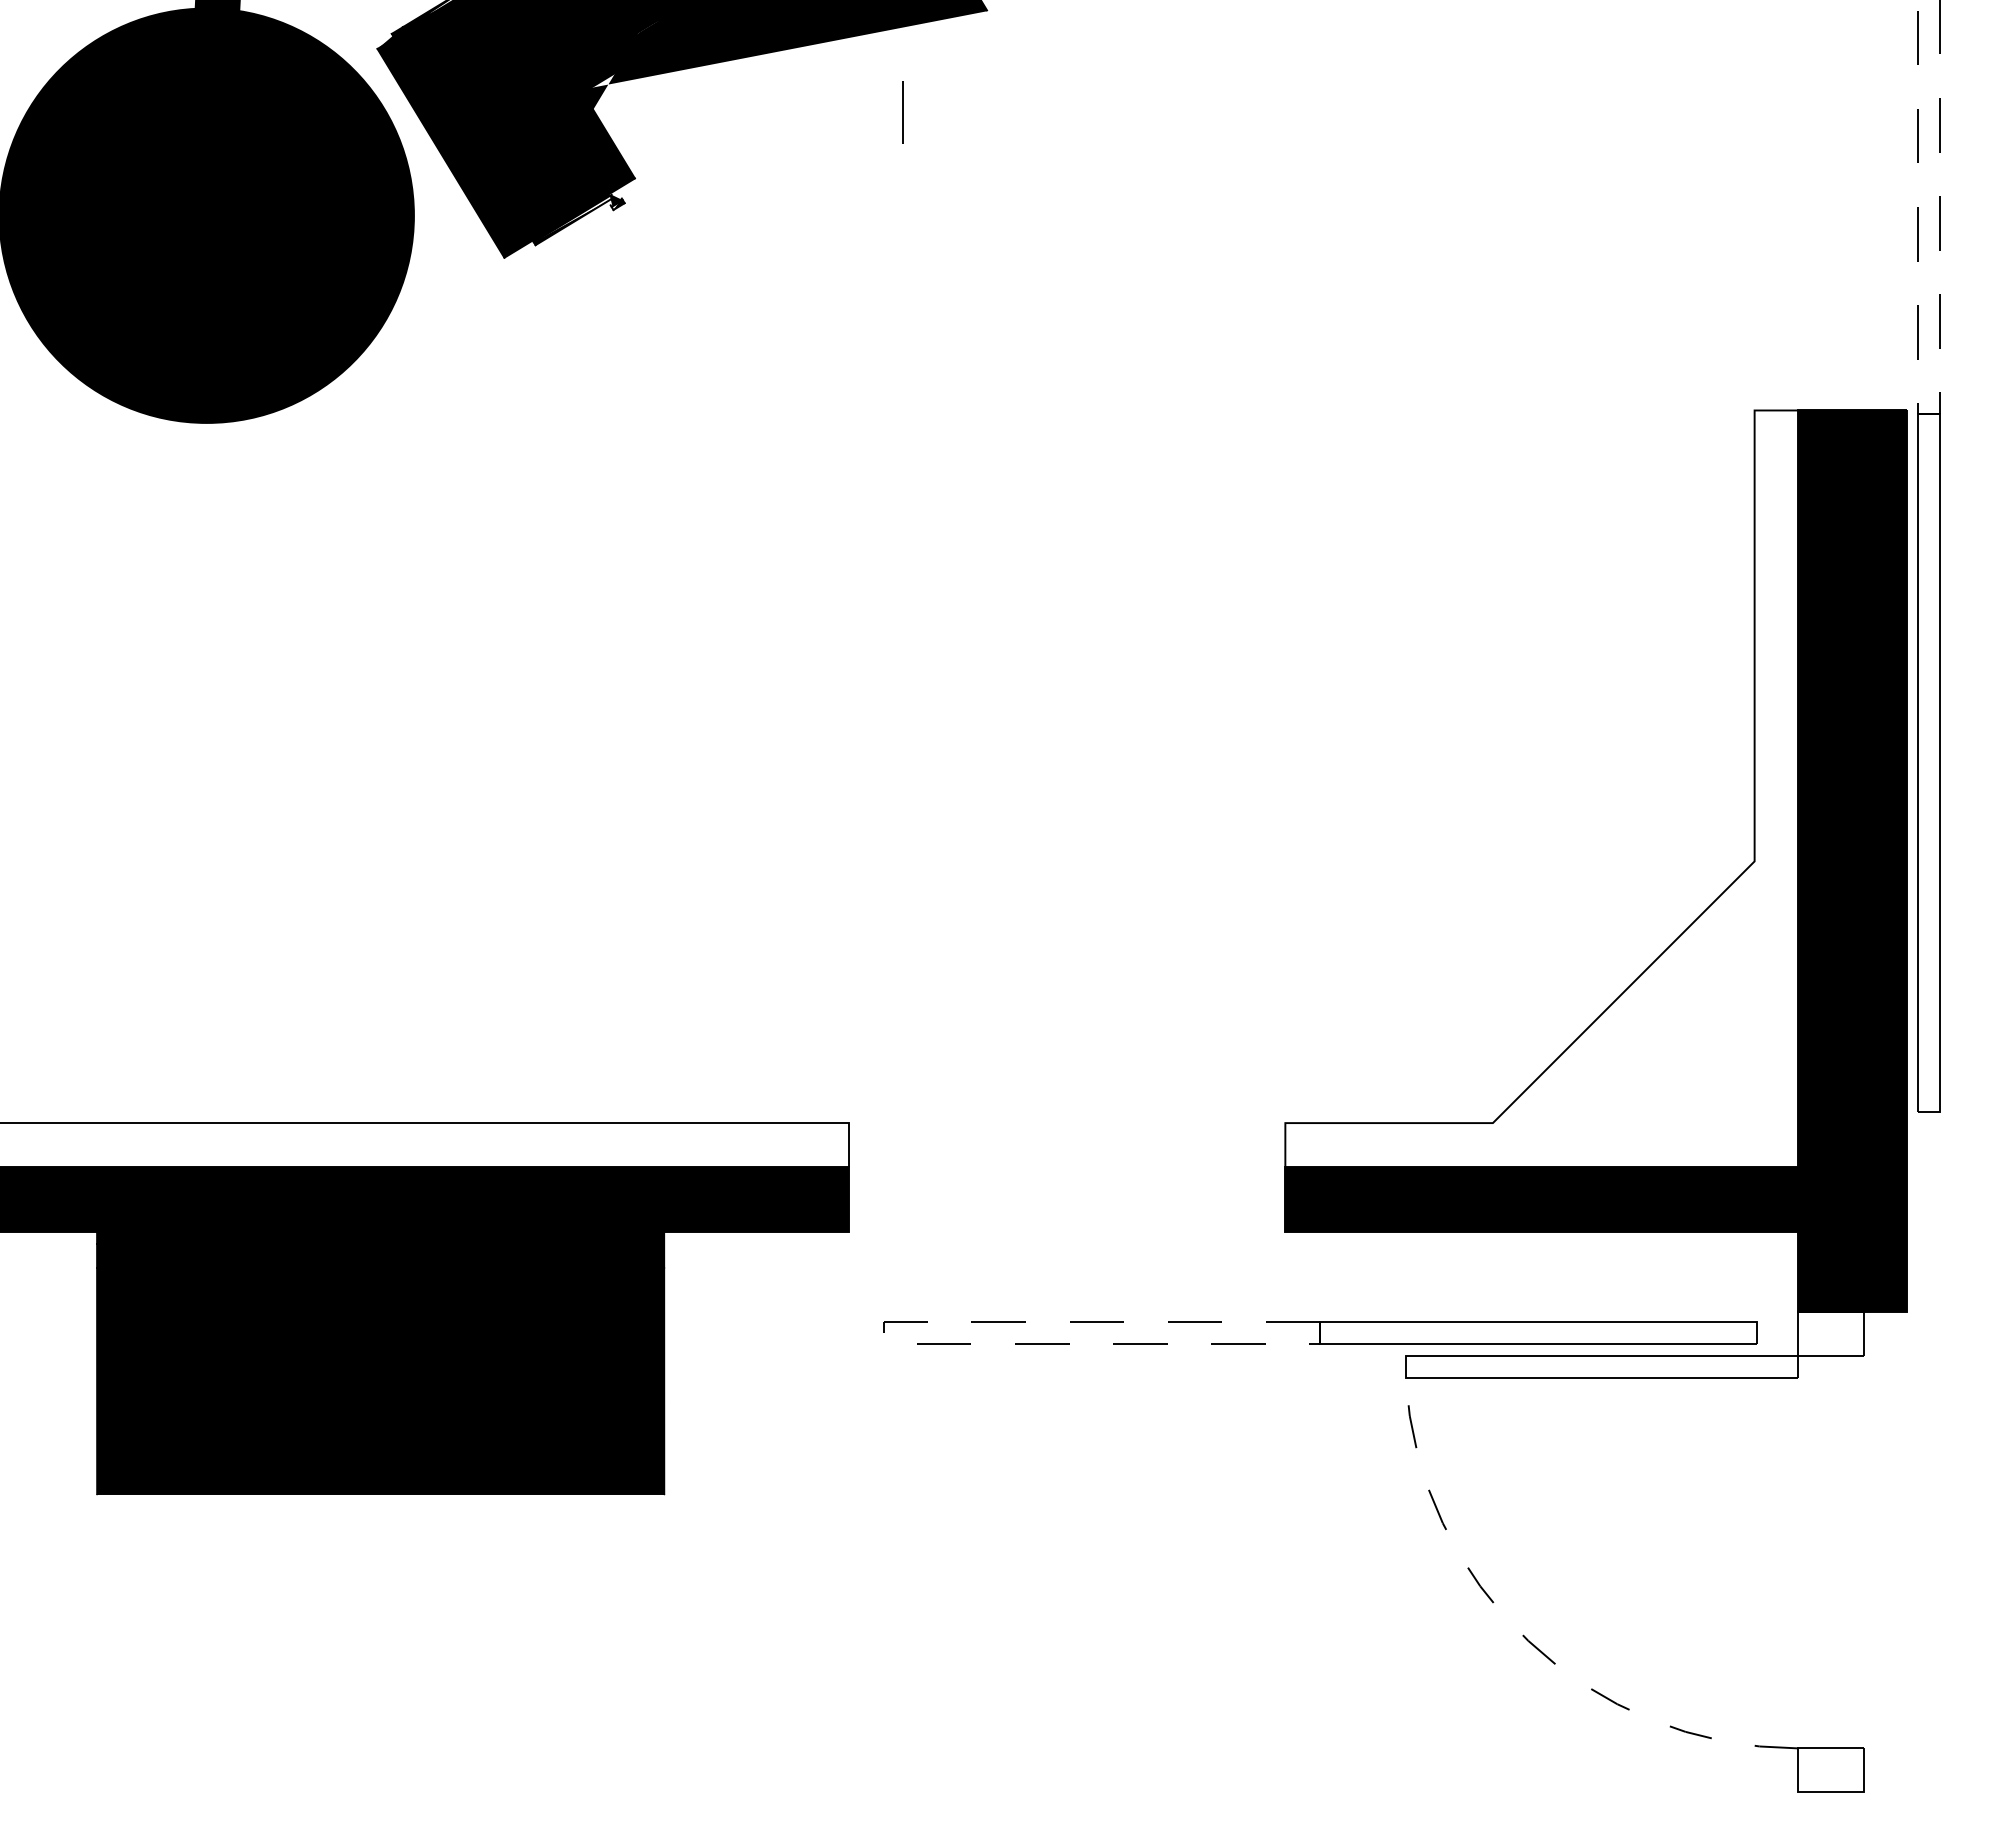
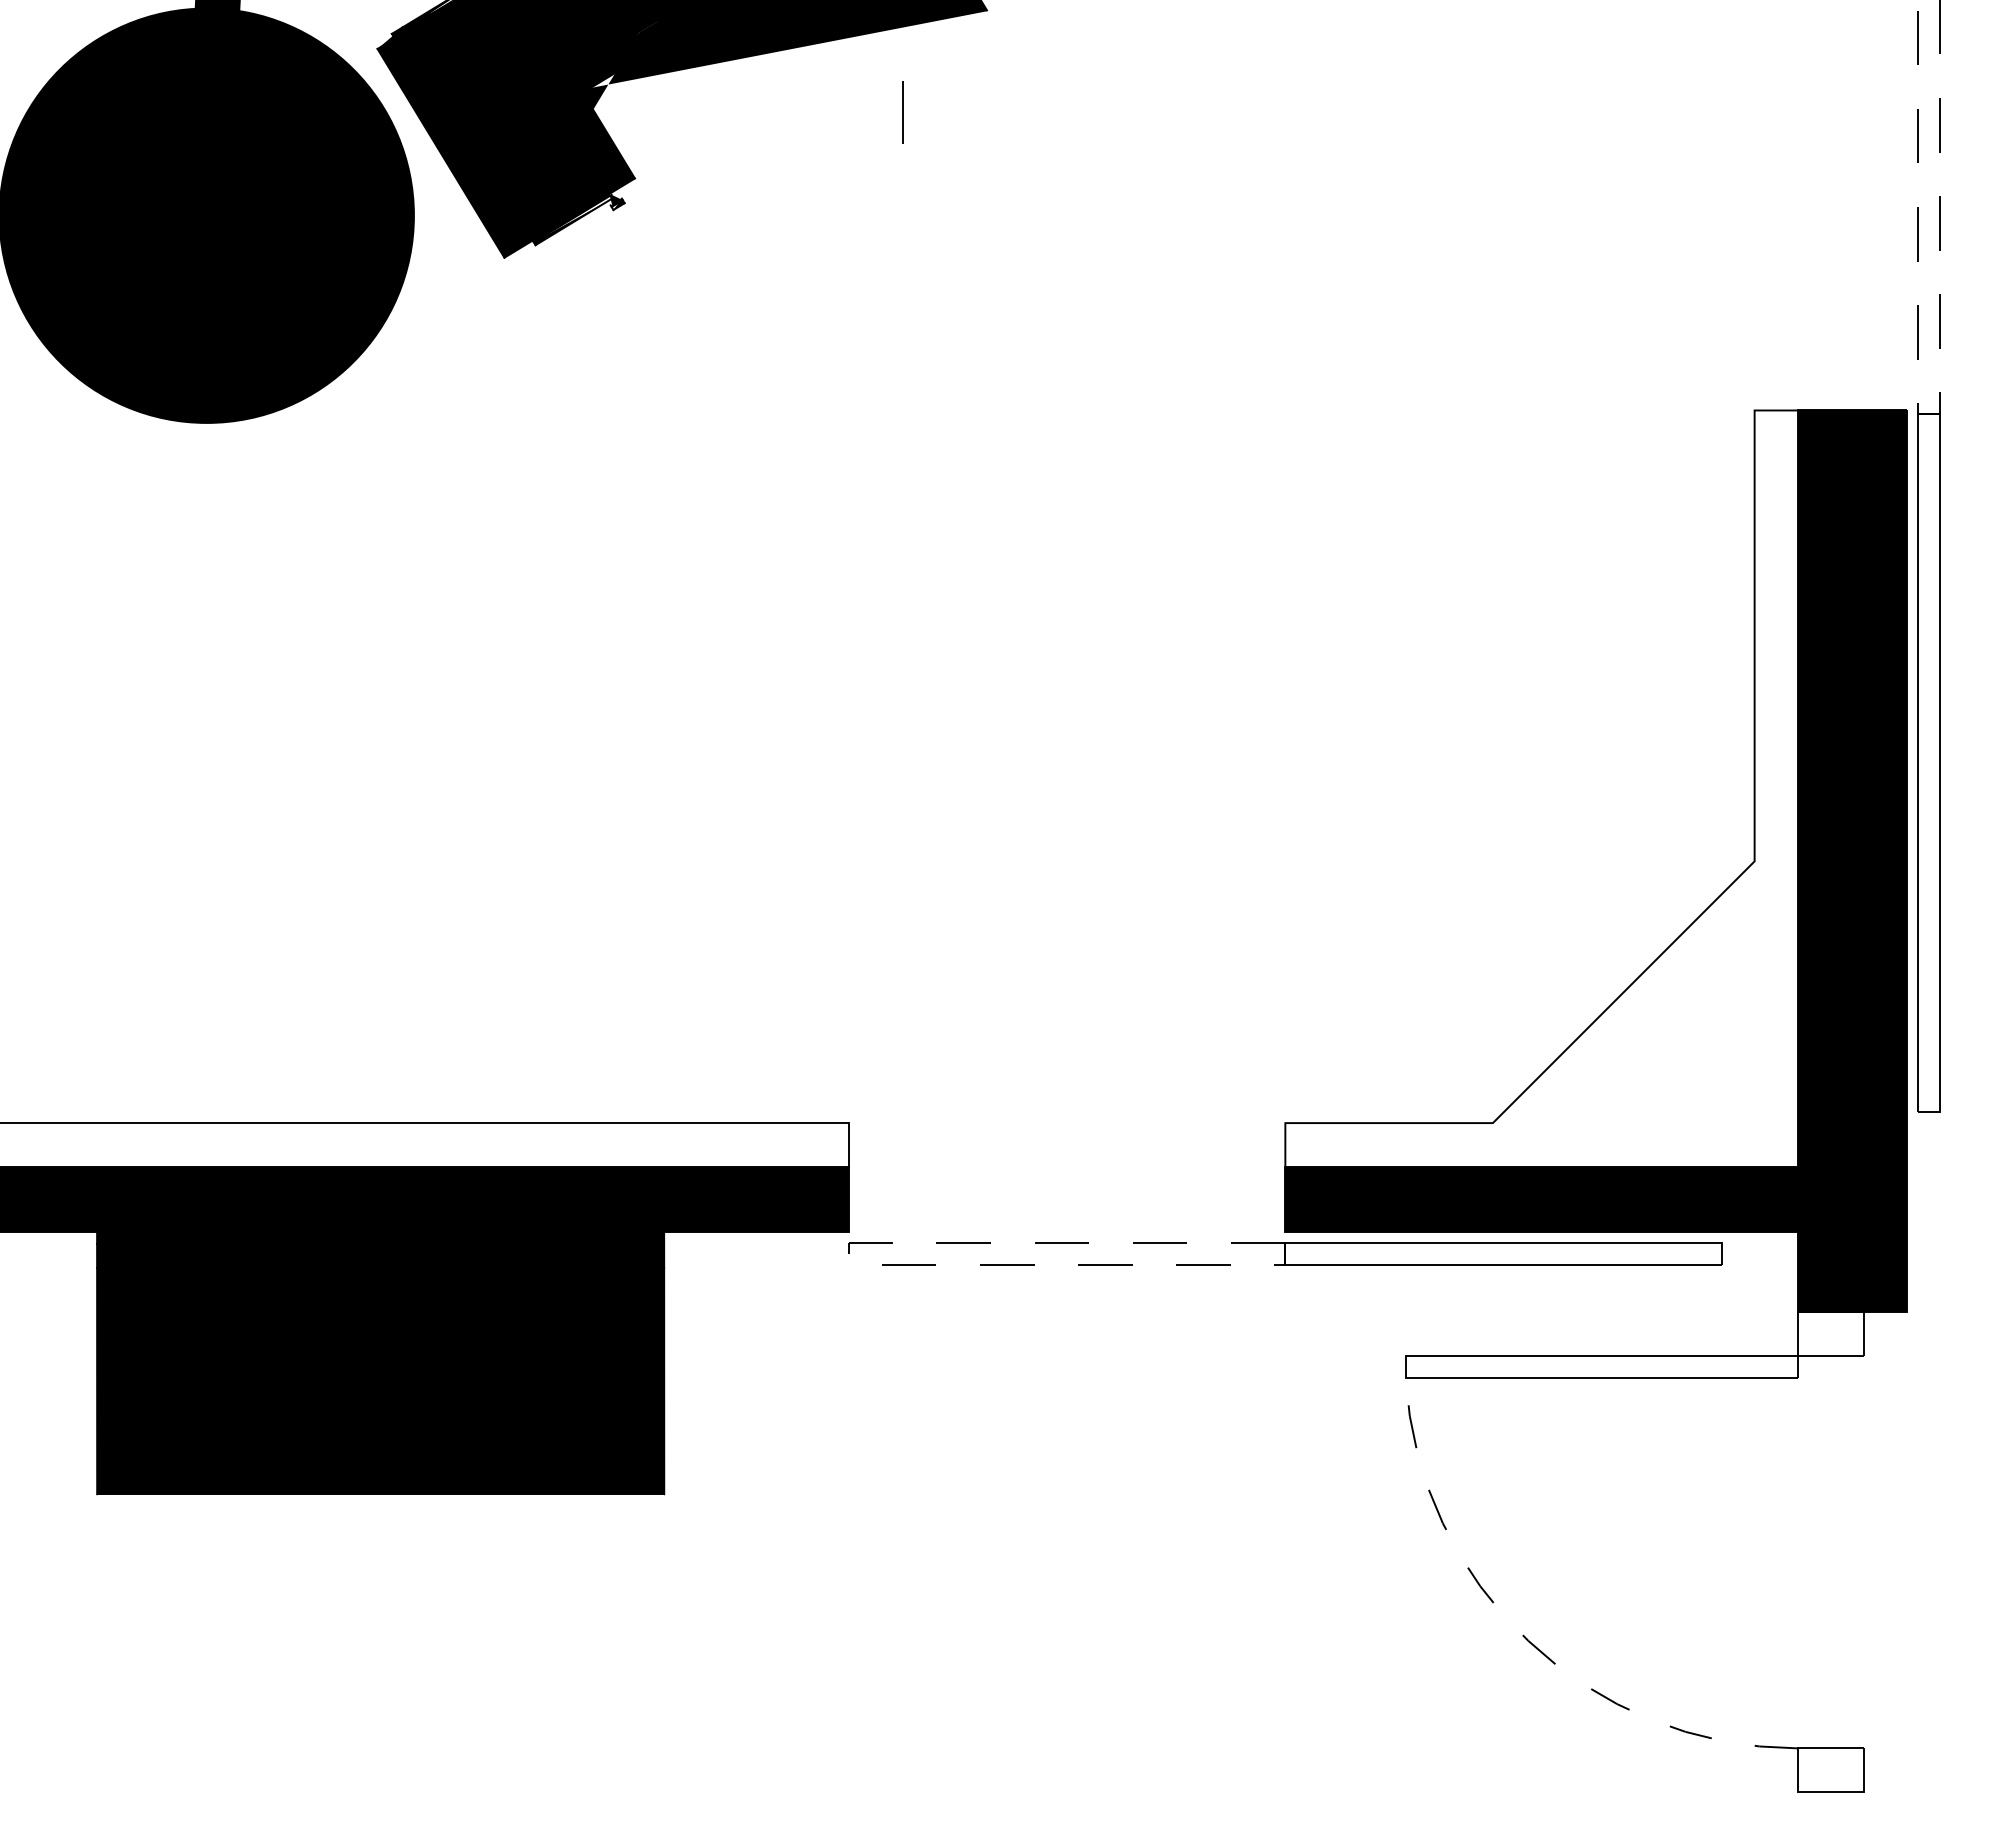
part at (1320, 1332) position: (1320, 1332) -> (1285, 1253)
